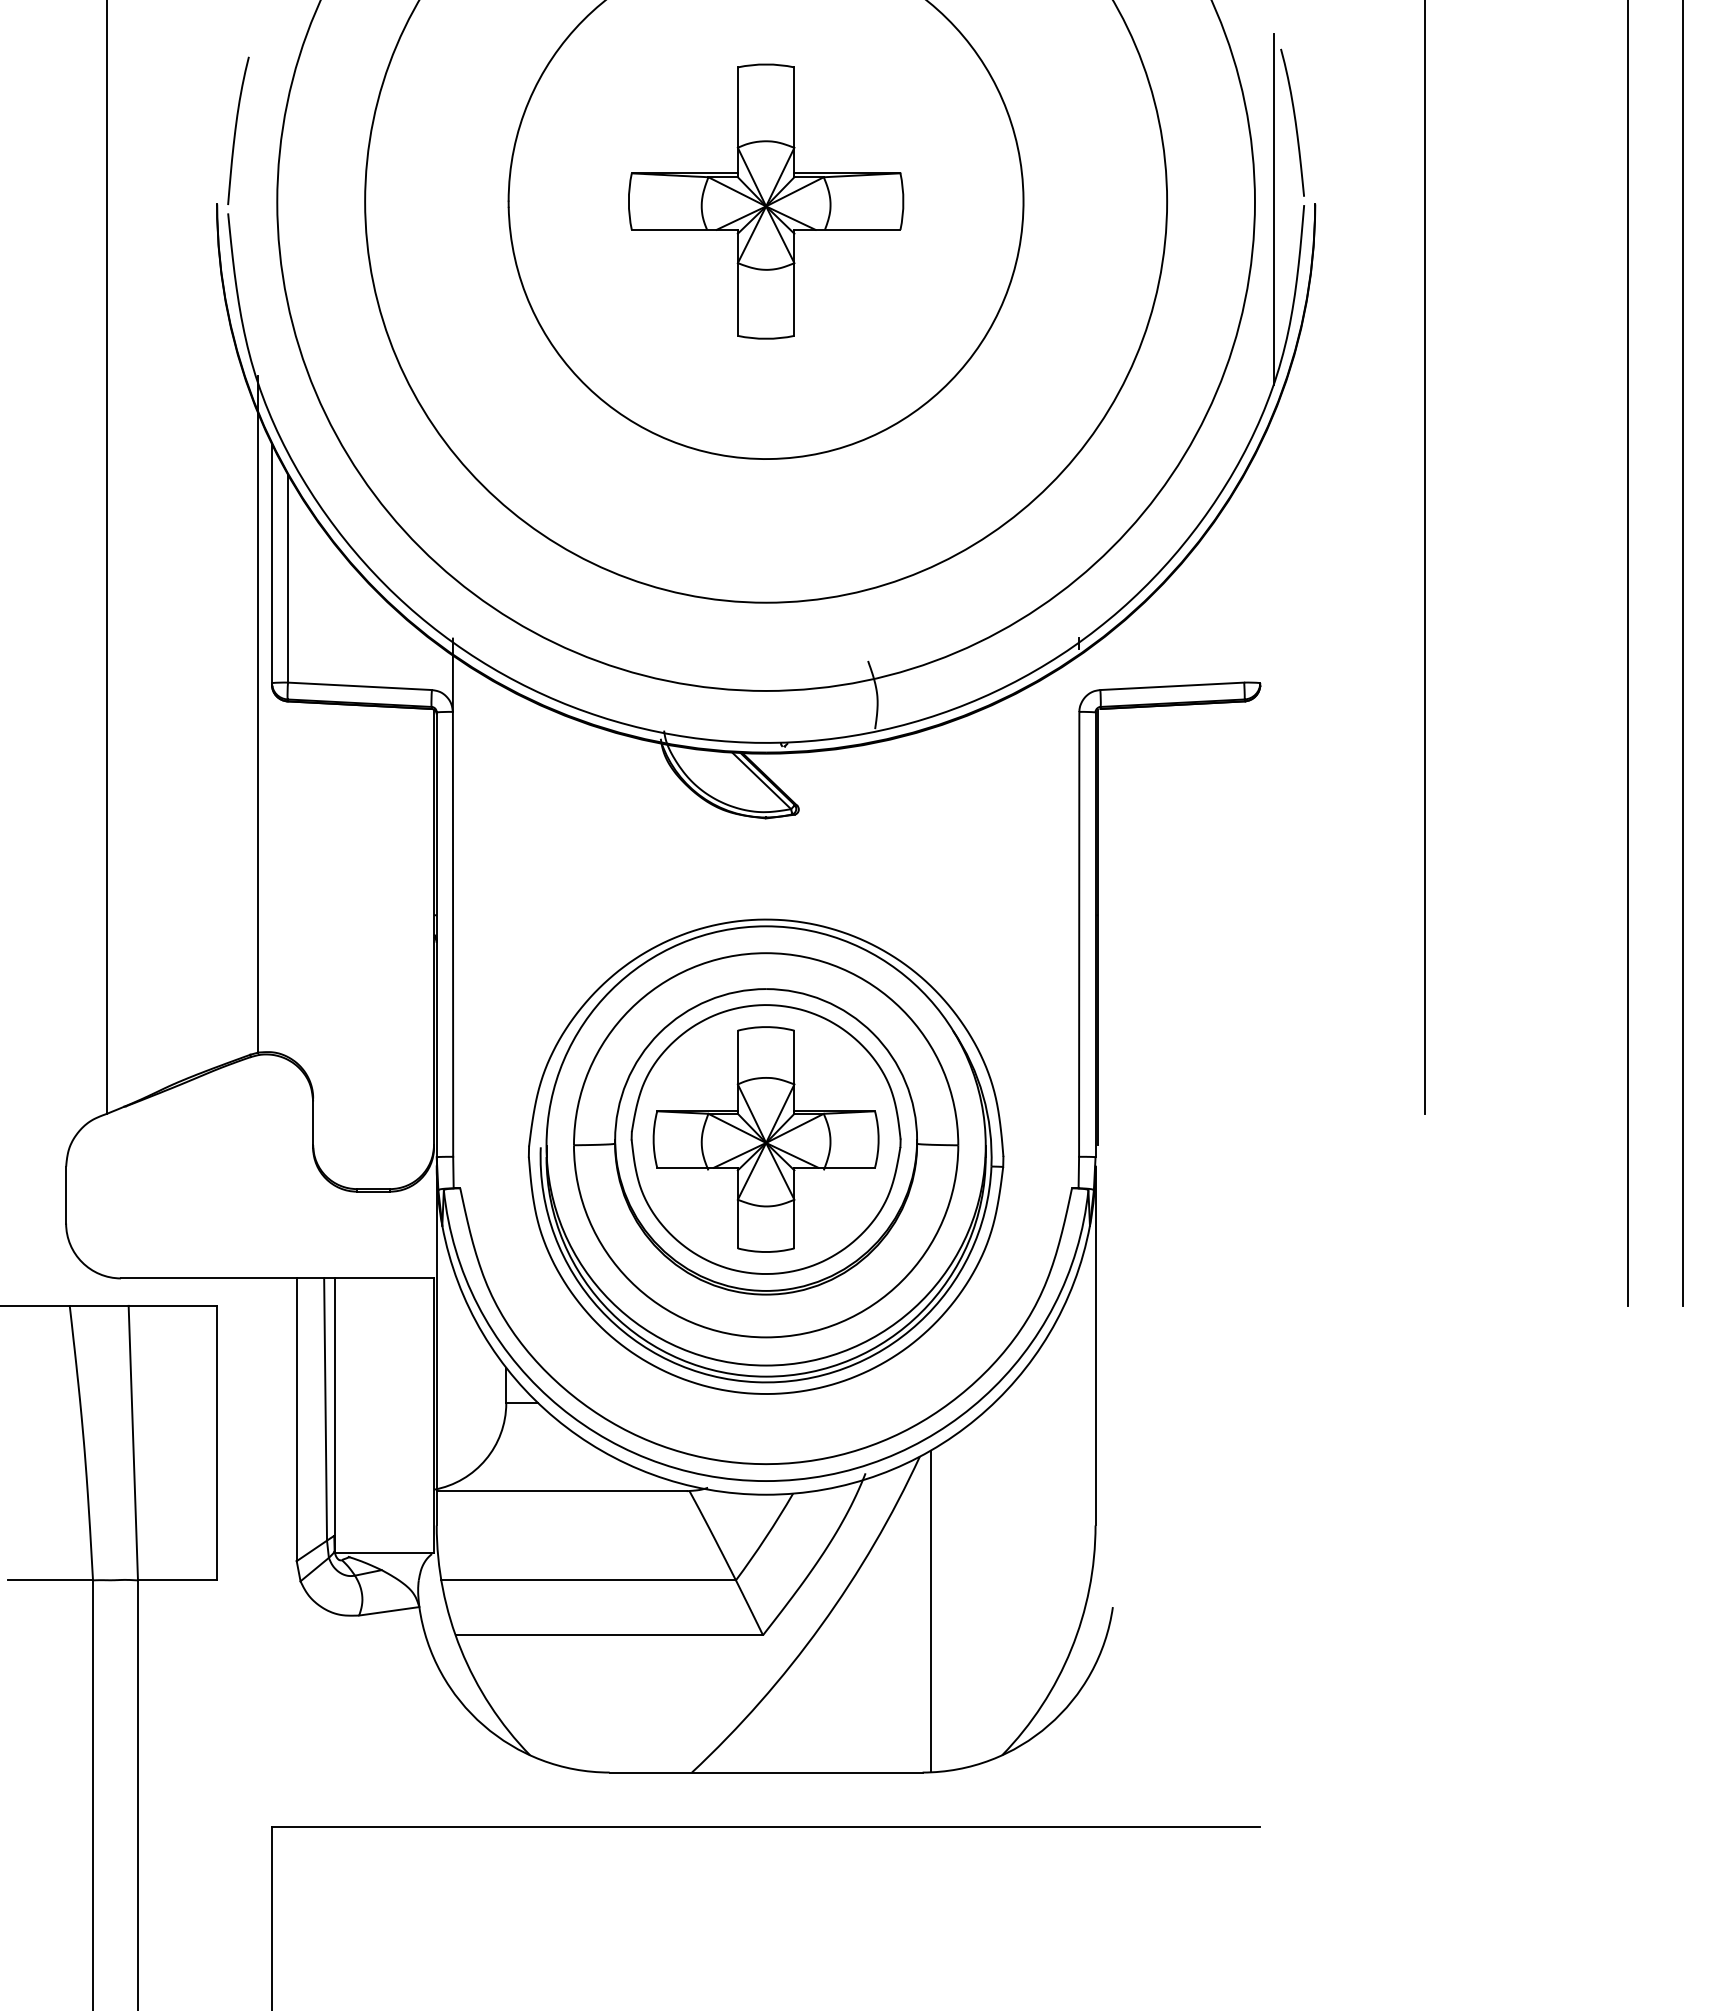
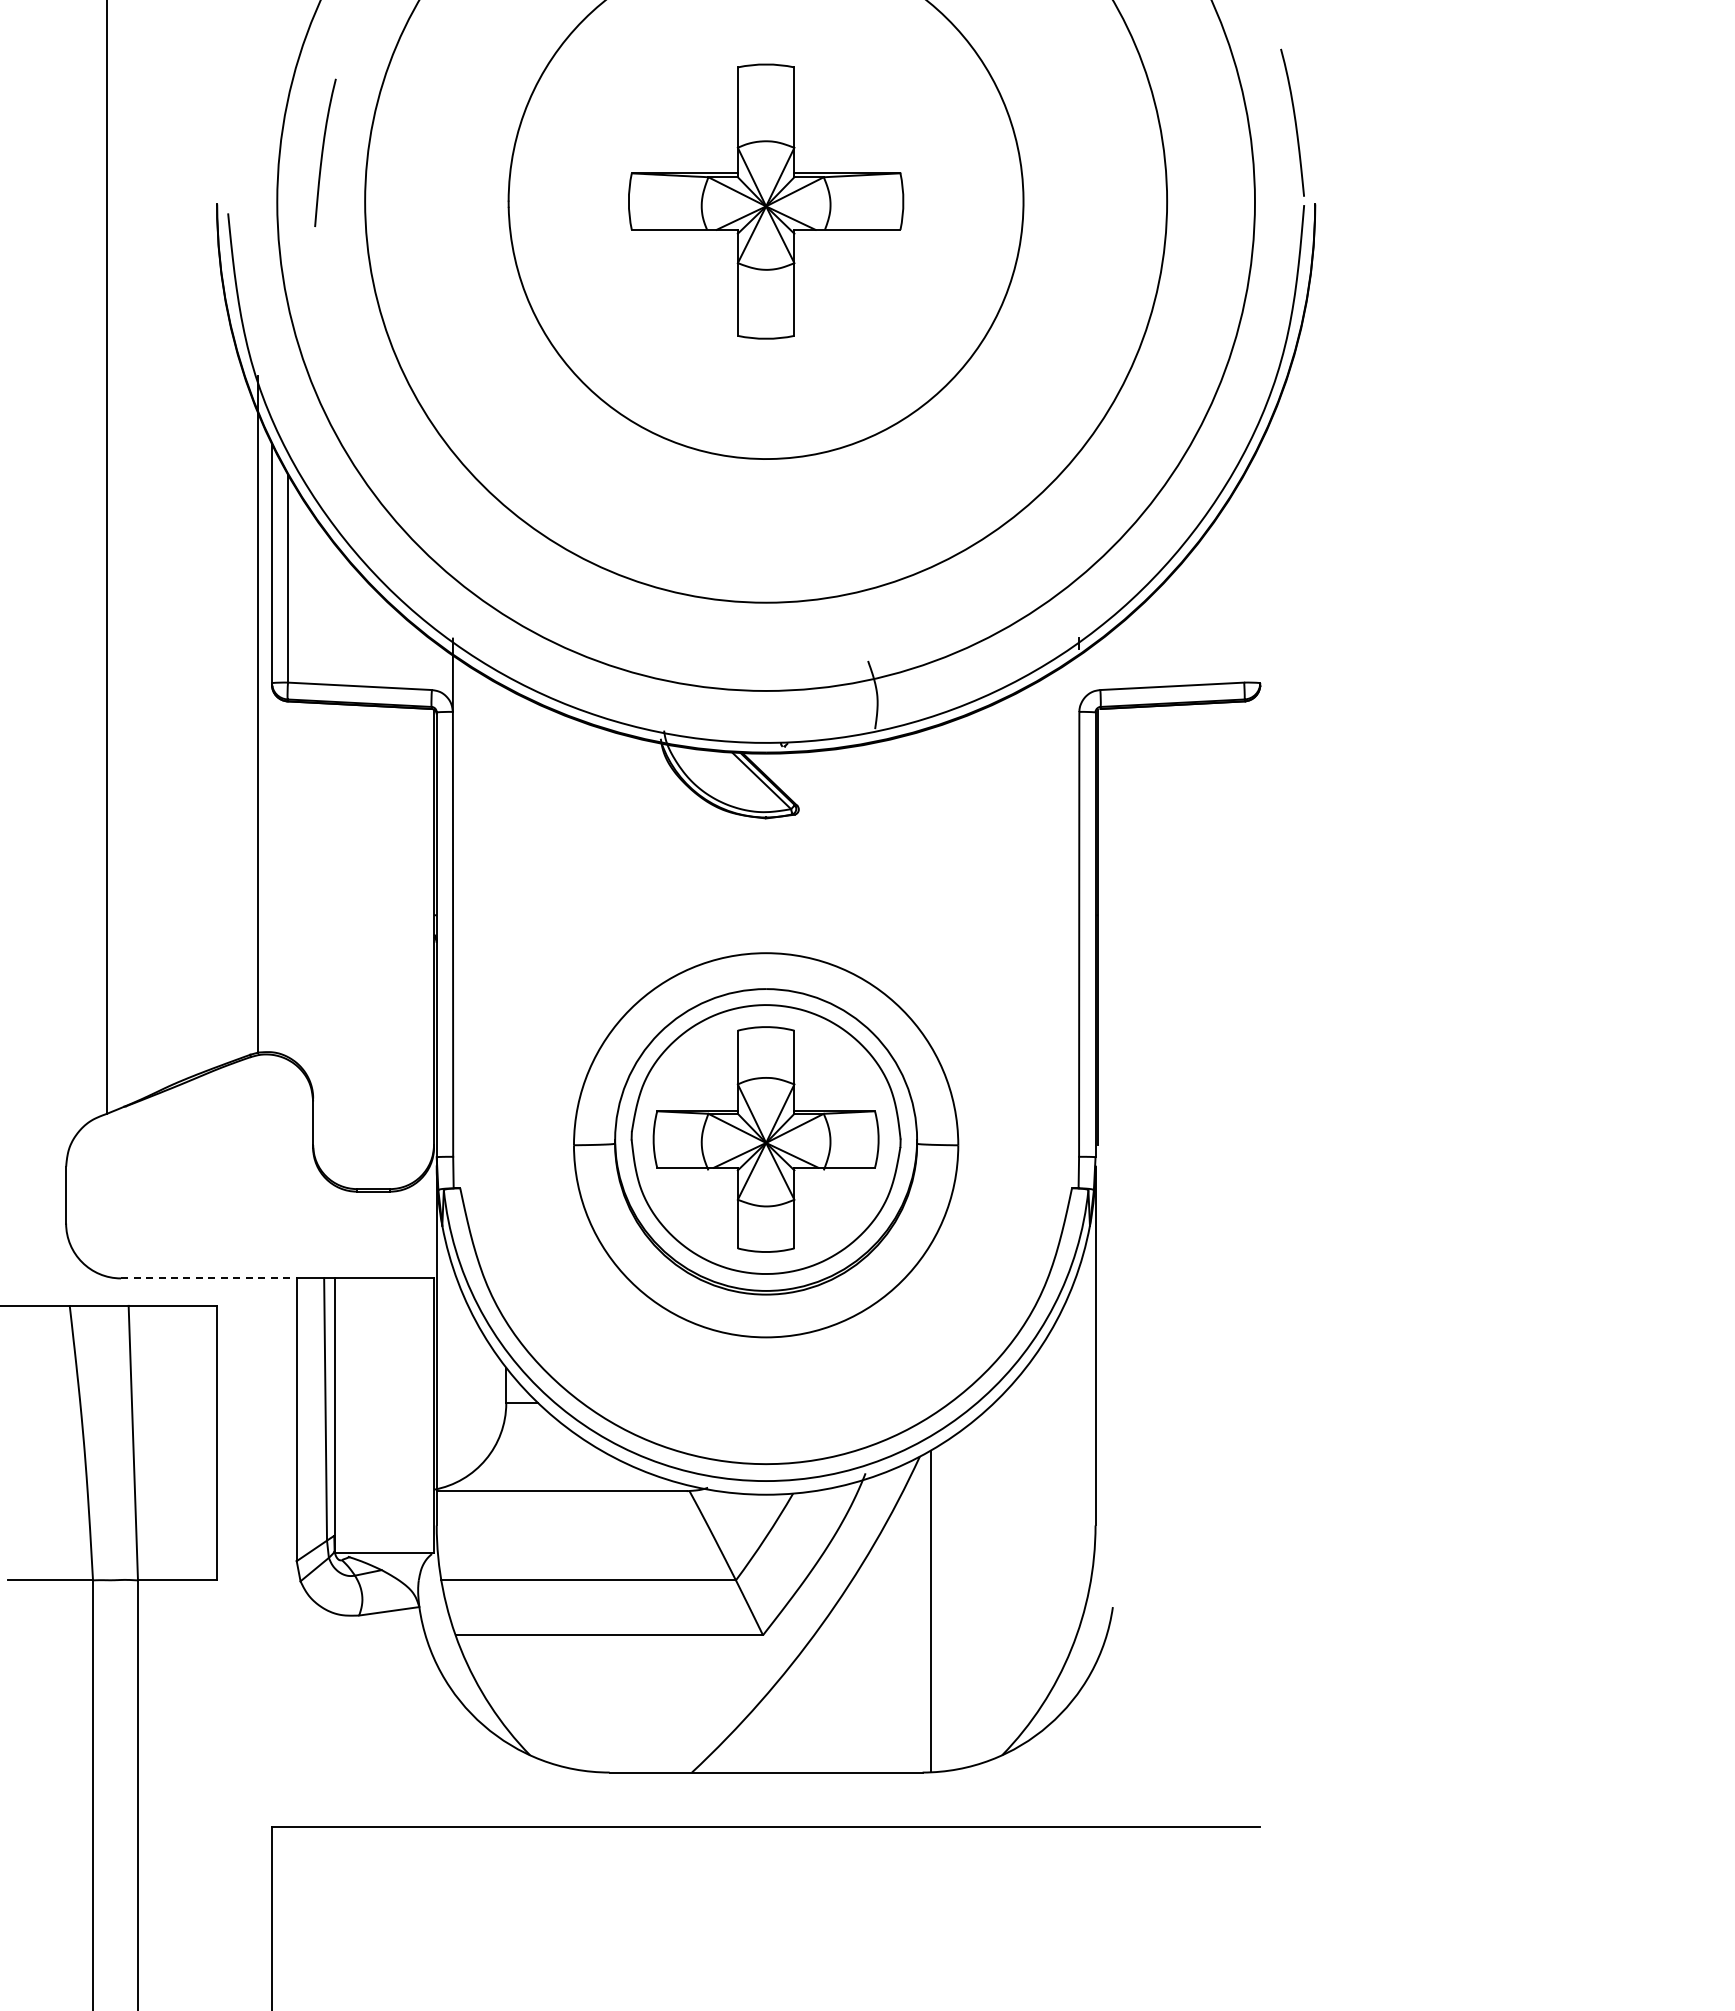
curve at (236, 130) position: (236, 130) -> (323, 152)
line at (1273, 209): present -> none
line at (1424, 557): present -> none
line at (1628, 653): present -> none
line at (1683, 653): present -> none
part at (765, 1156): present -> none
line at (208, 1278): solid -> dashed
